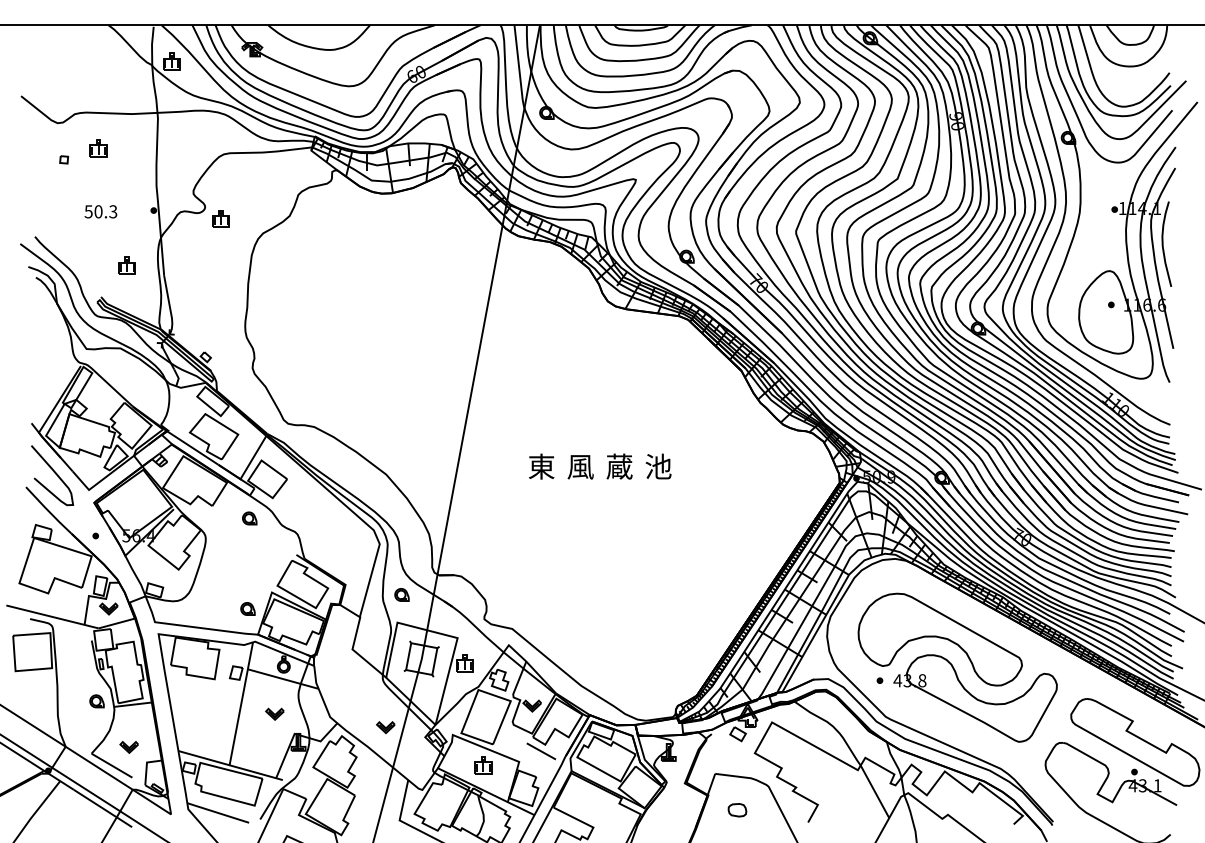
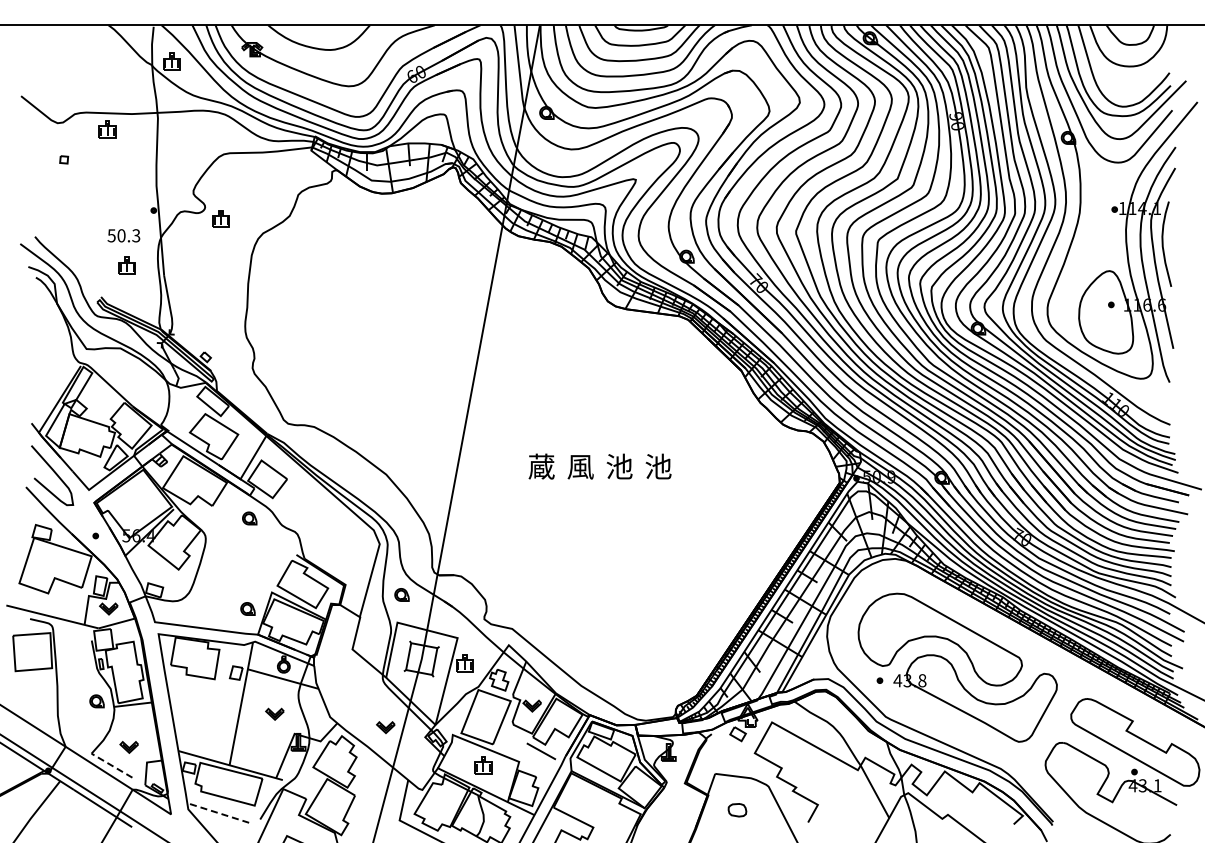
part at (98, 148) position: (98, 148) -> (107, 129)
text at (100, 211) position: (100, 211) -> (123, 235)
text at (541, 466): 東 -> 蔵
text at (619, 466): 蔵 -> 池
line at (112, 765): solid -> dashed
line at (217, 812): solid -> dashed
